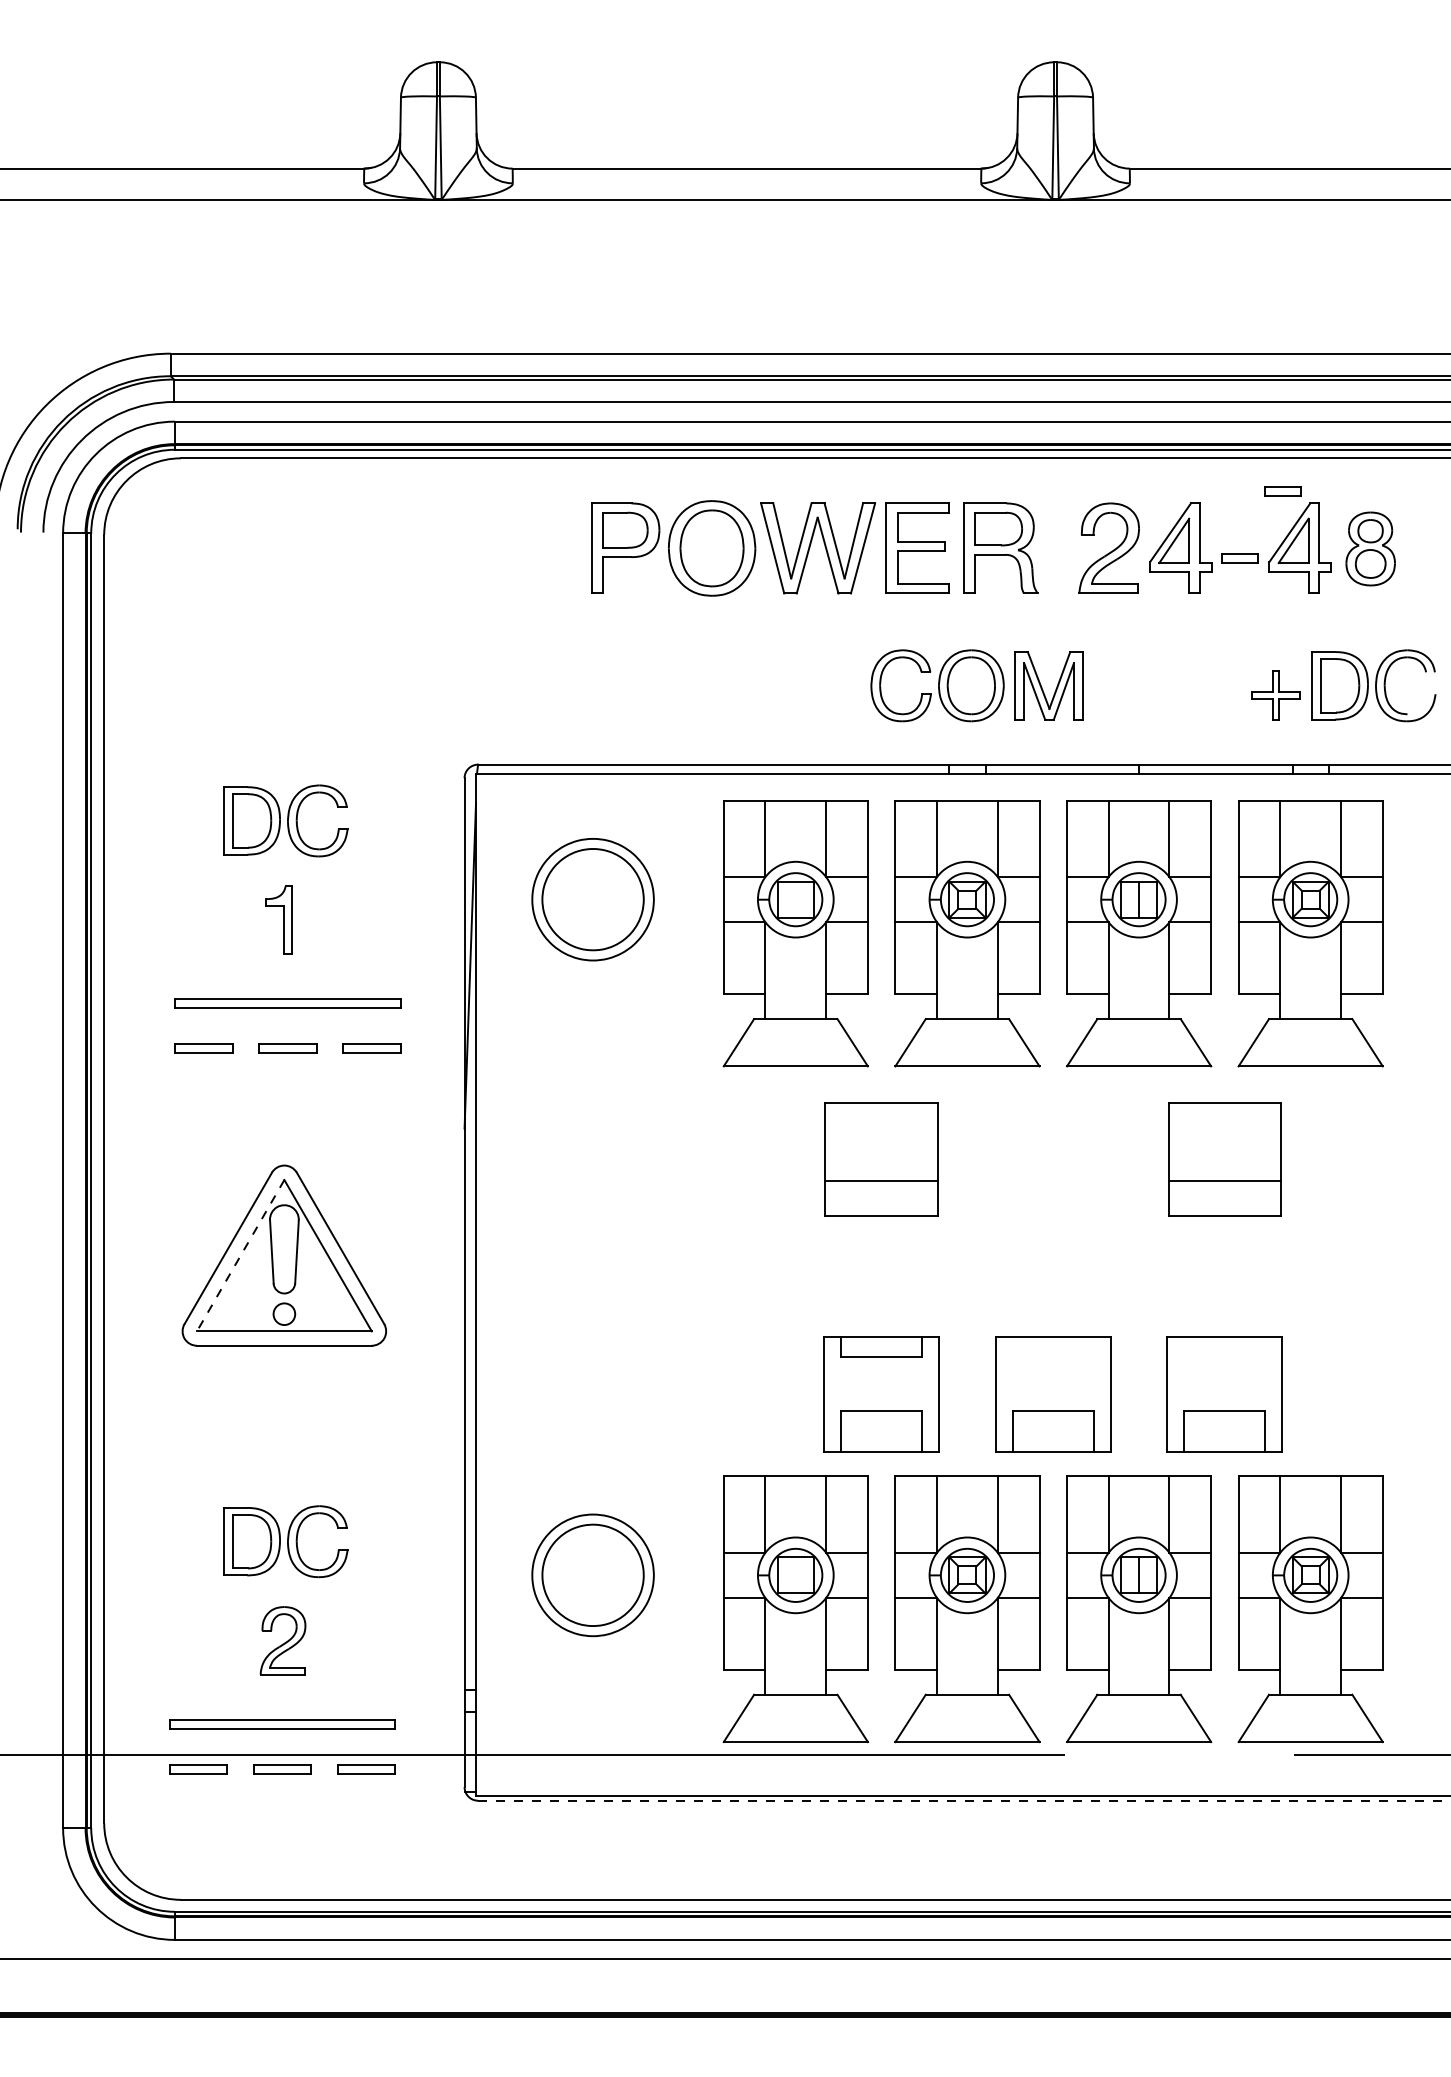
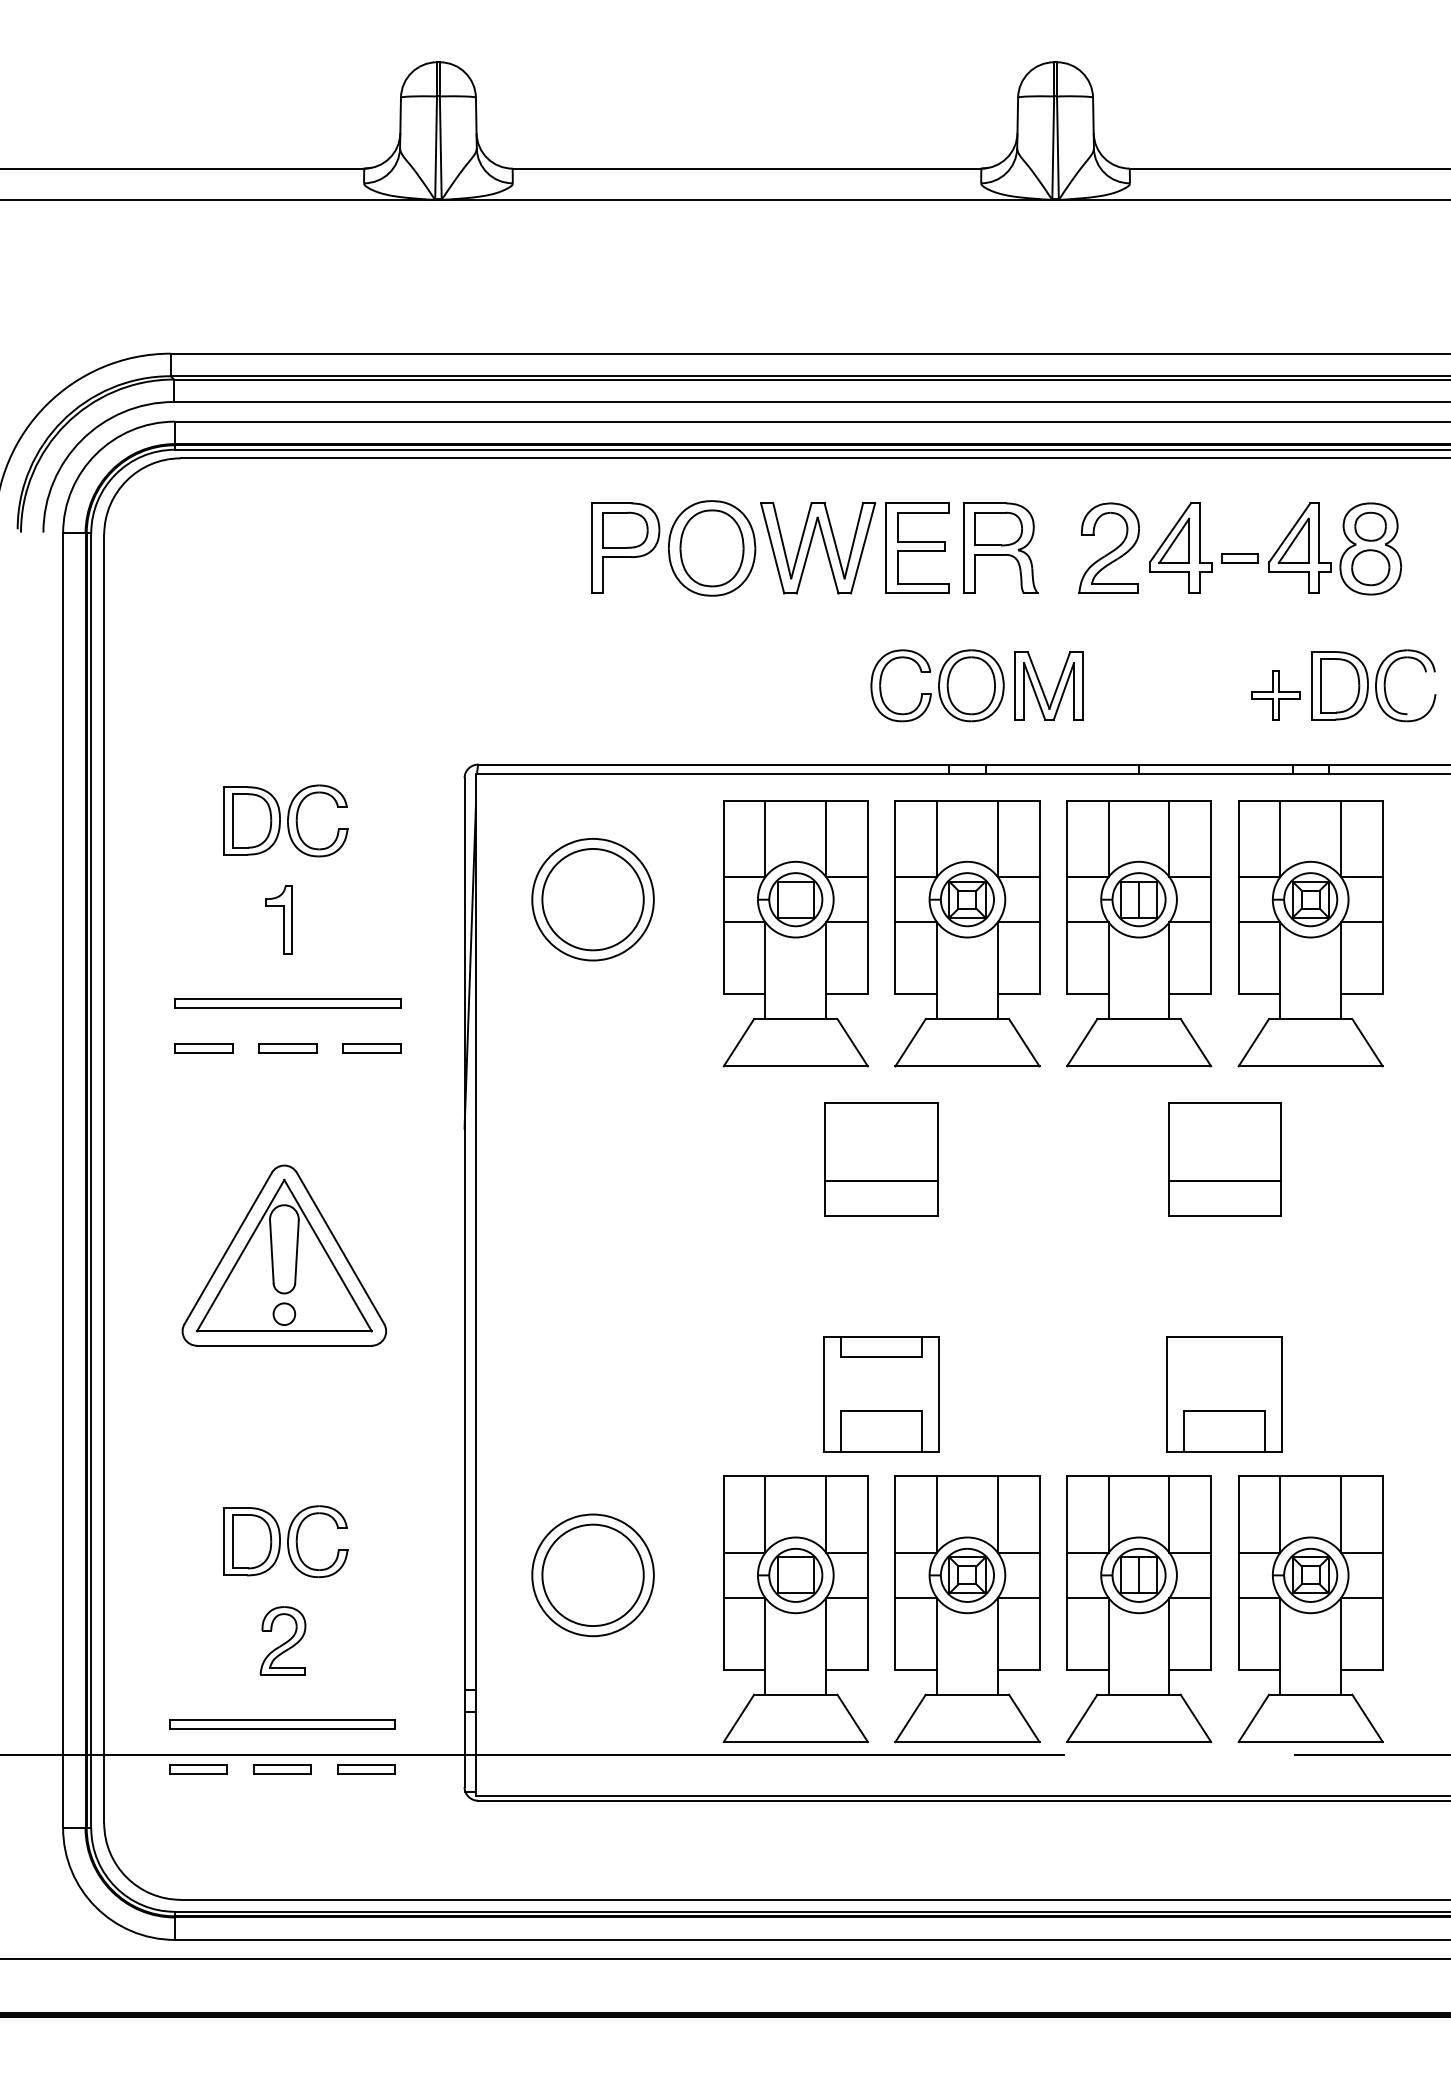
part at (1282, 491): present -> none
part at (1370, 548) size: 51x76 px -> 63x94 px
line at (240, 1256): dashed -> solid
part at (1053, 1394): present -> none
line at (964, 1800): dashed -> solid
